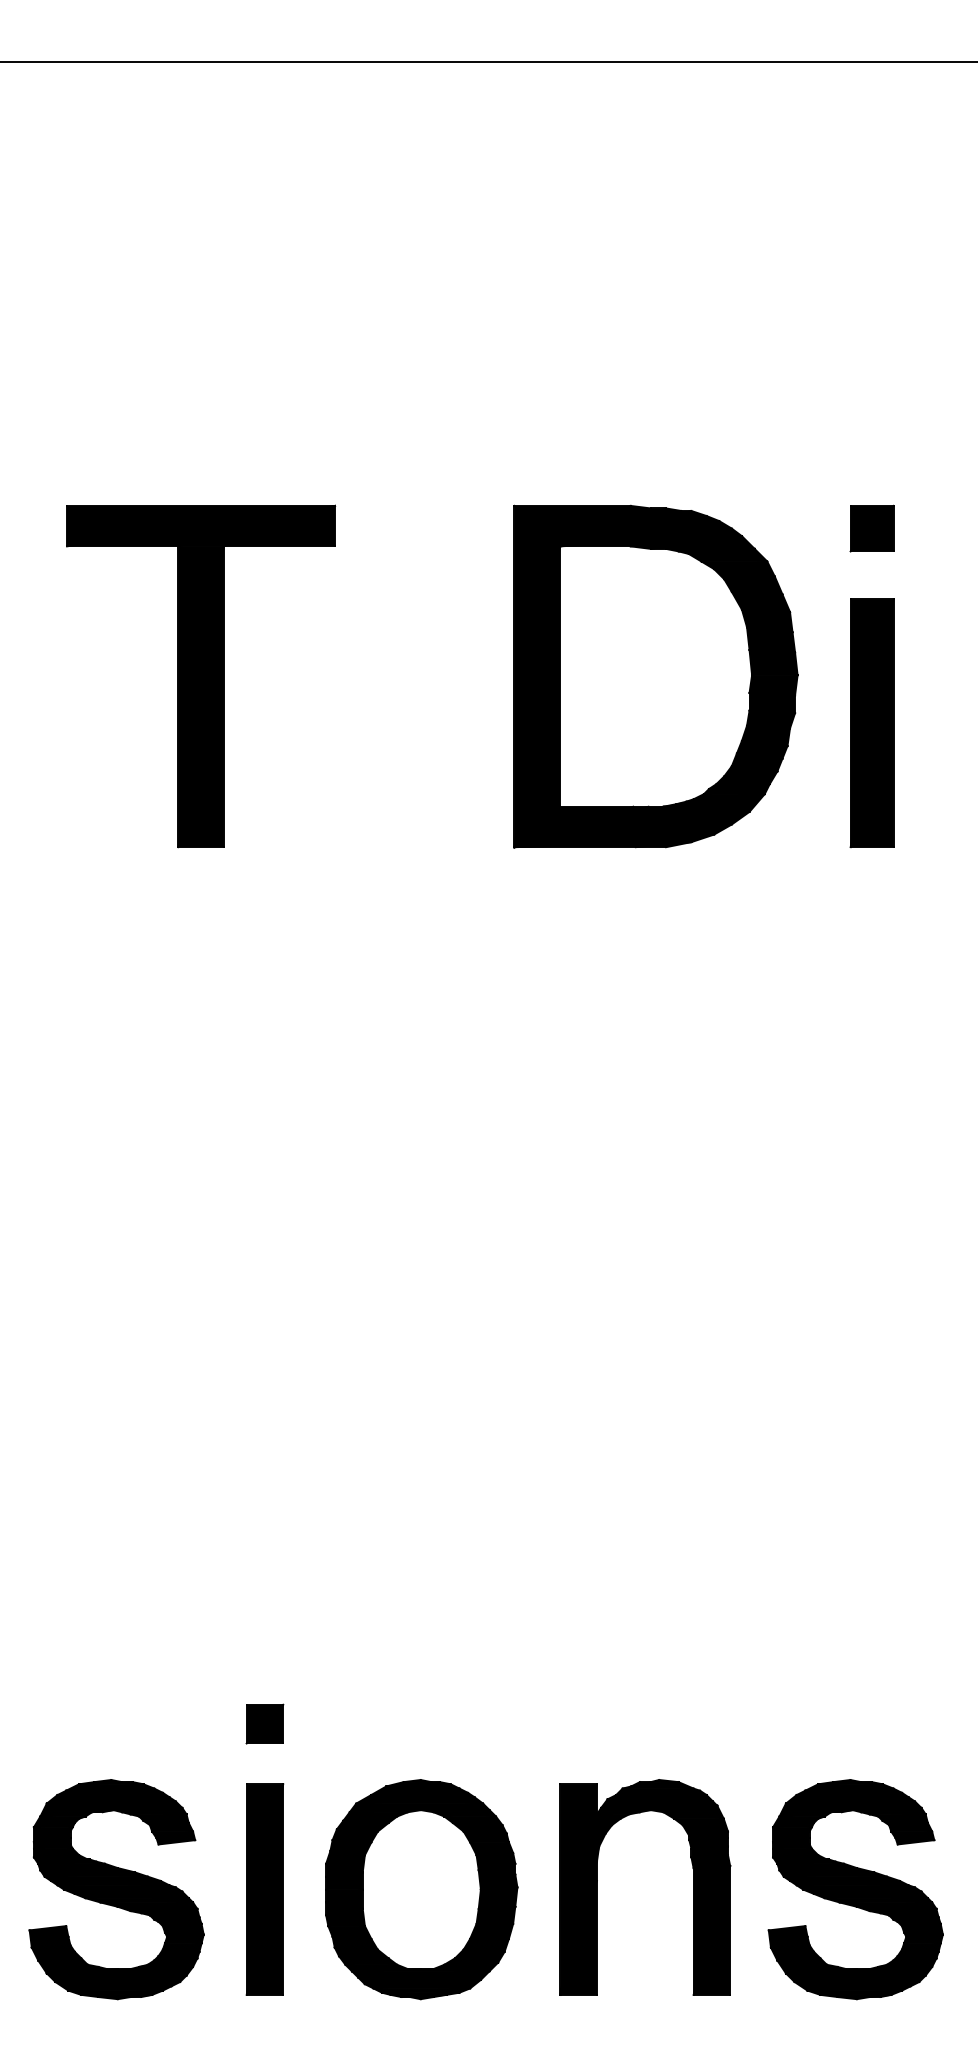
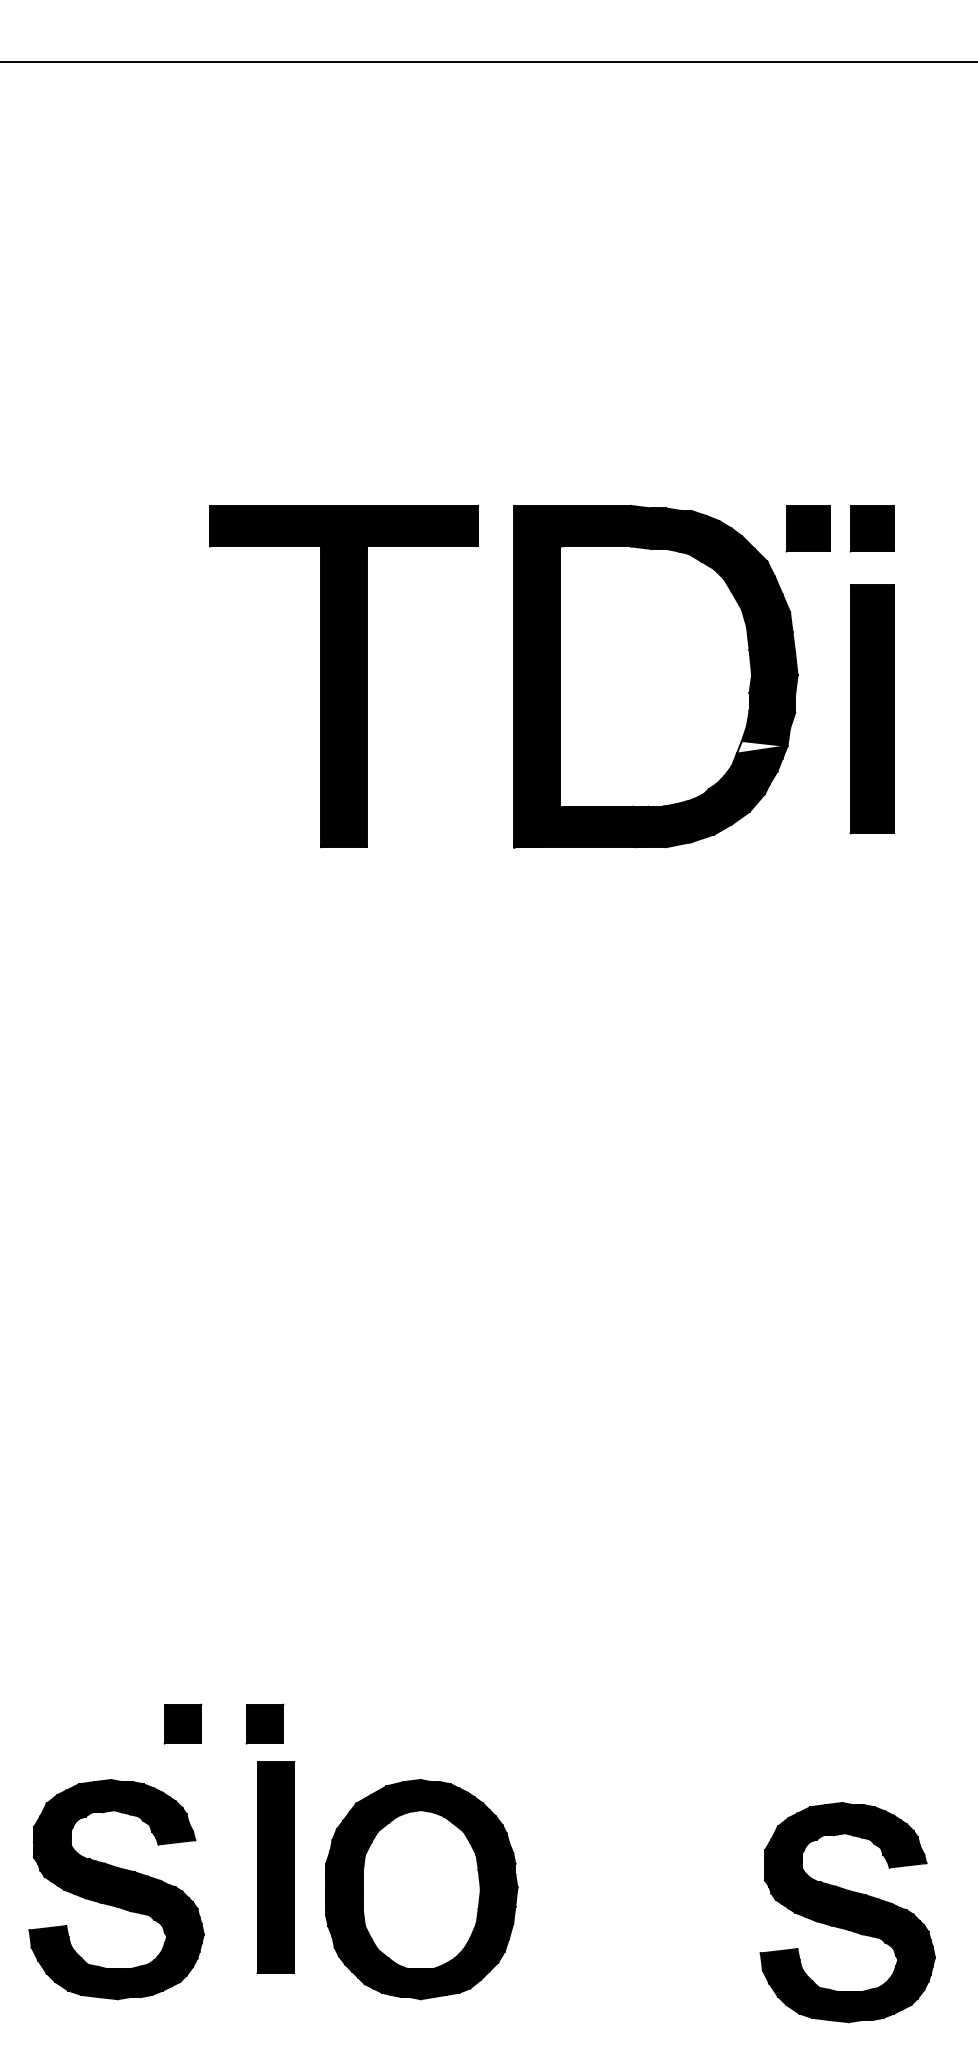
part at (807, 528): none -> present
part at (201, 676) position: (201, 676) -> (344, 676)
part at (871, 723) position: (871, 723) -> (871, 709)
fill at (761, 747): present -> none
part at (182, 1723): none -> present
part at (597, 1887): present -> none
part at (264, 1889) position: (264, 1889) -> (275, 1867)
part at (855, 1889) position: (855, 1889) -> (847, 1912)
